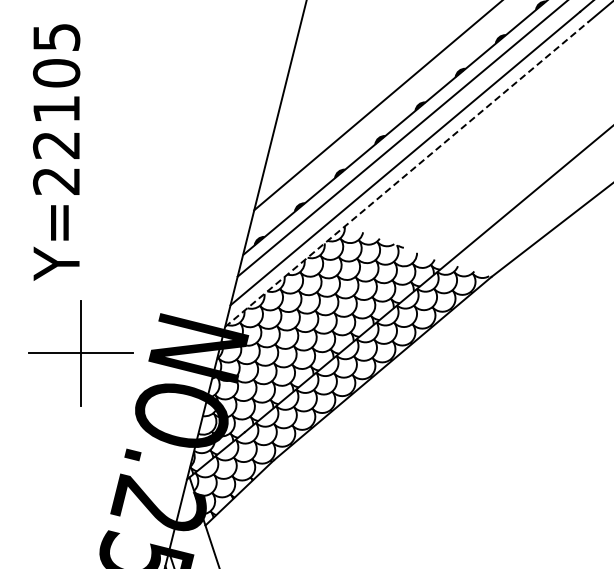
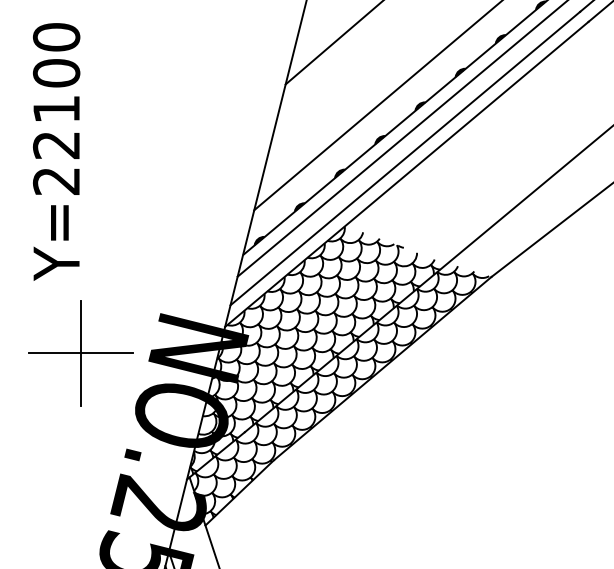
text at (56, 37): Y=22105 -> Y=22100
line at (333, 43): none -> present
line at (407, 174): dashed -> solid
